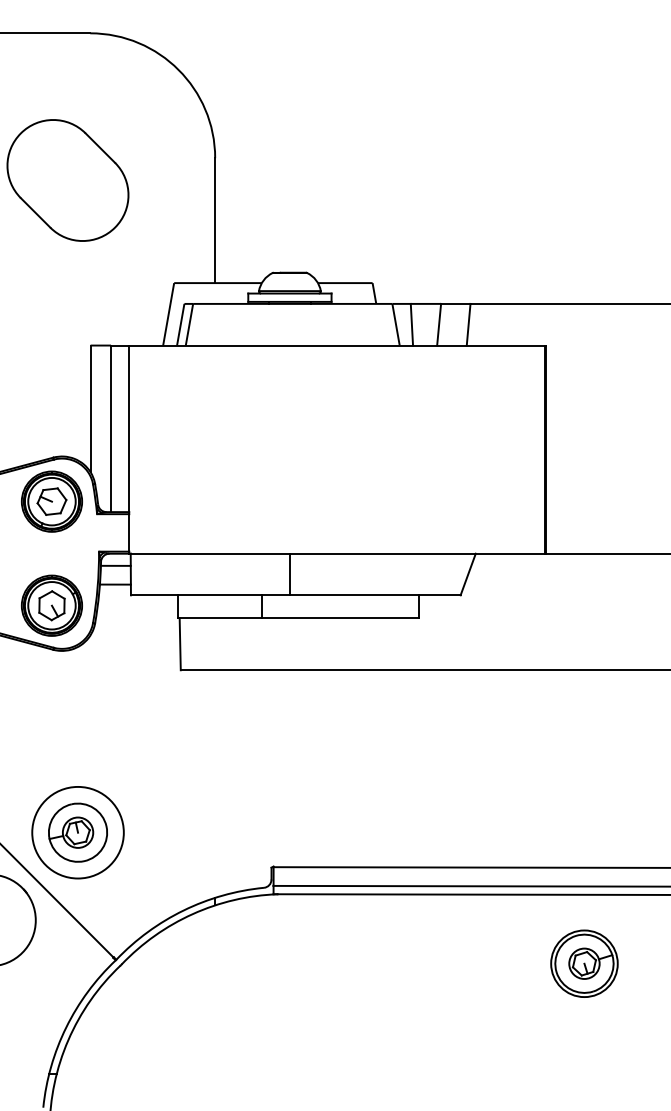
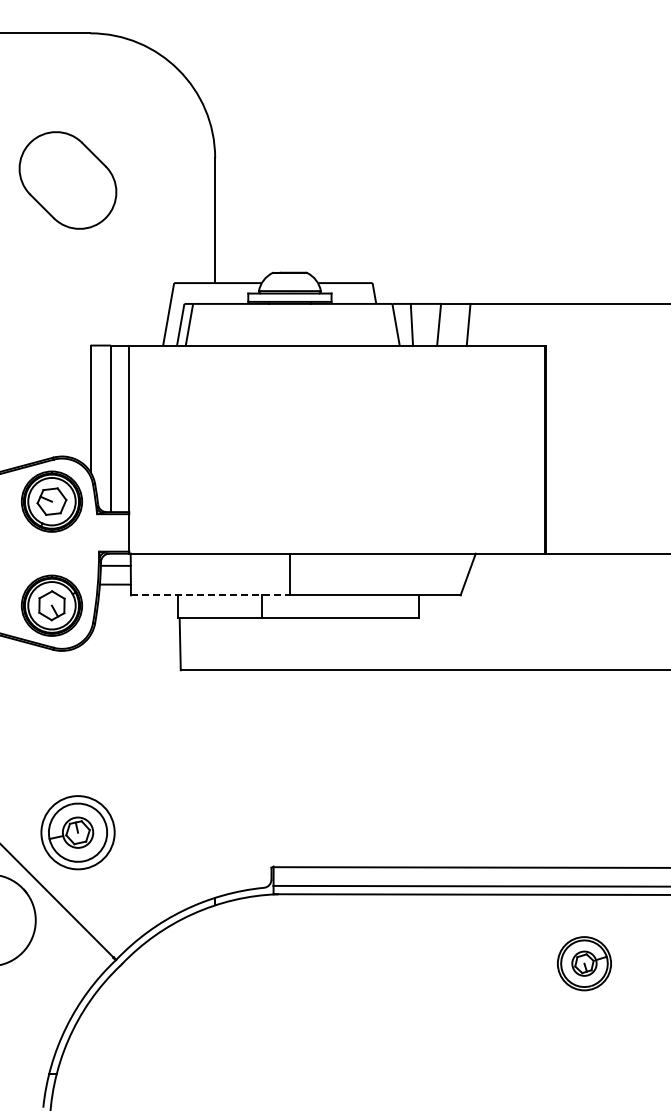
part at (67, 180) size: 124x123 px -> 100x99 px
line at (210, 595): solid -> dashed
circle at (77, 832) diameter: 92 px -> 73 px
part at (584, 963) size: 69x69 px -> 55x56 px
